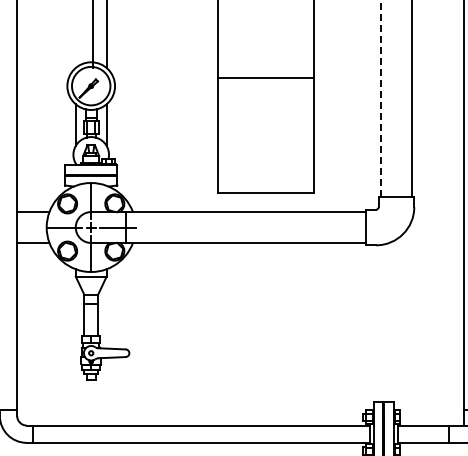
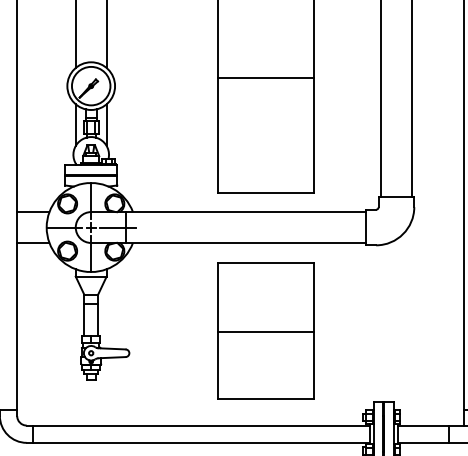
line at (92, 34) position: (92, 34) -> (75, 34)
line at (381, 98): dashed -> solid
part at (265, 330): none -> present
